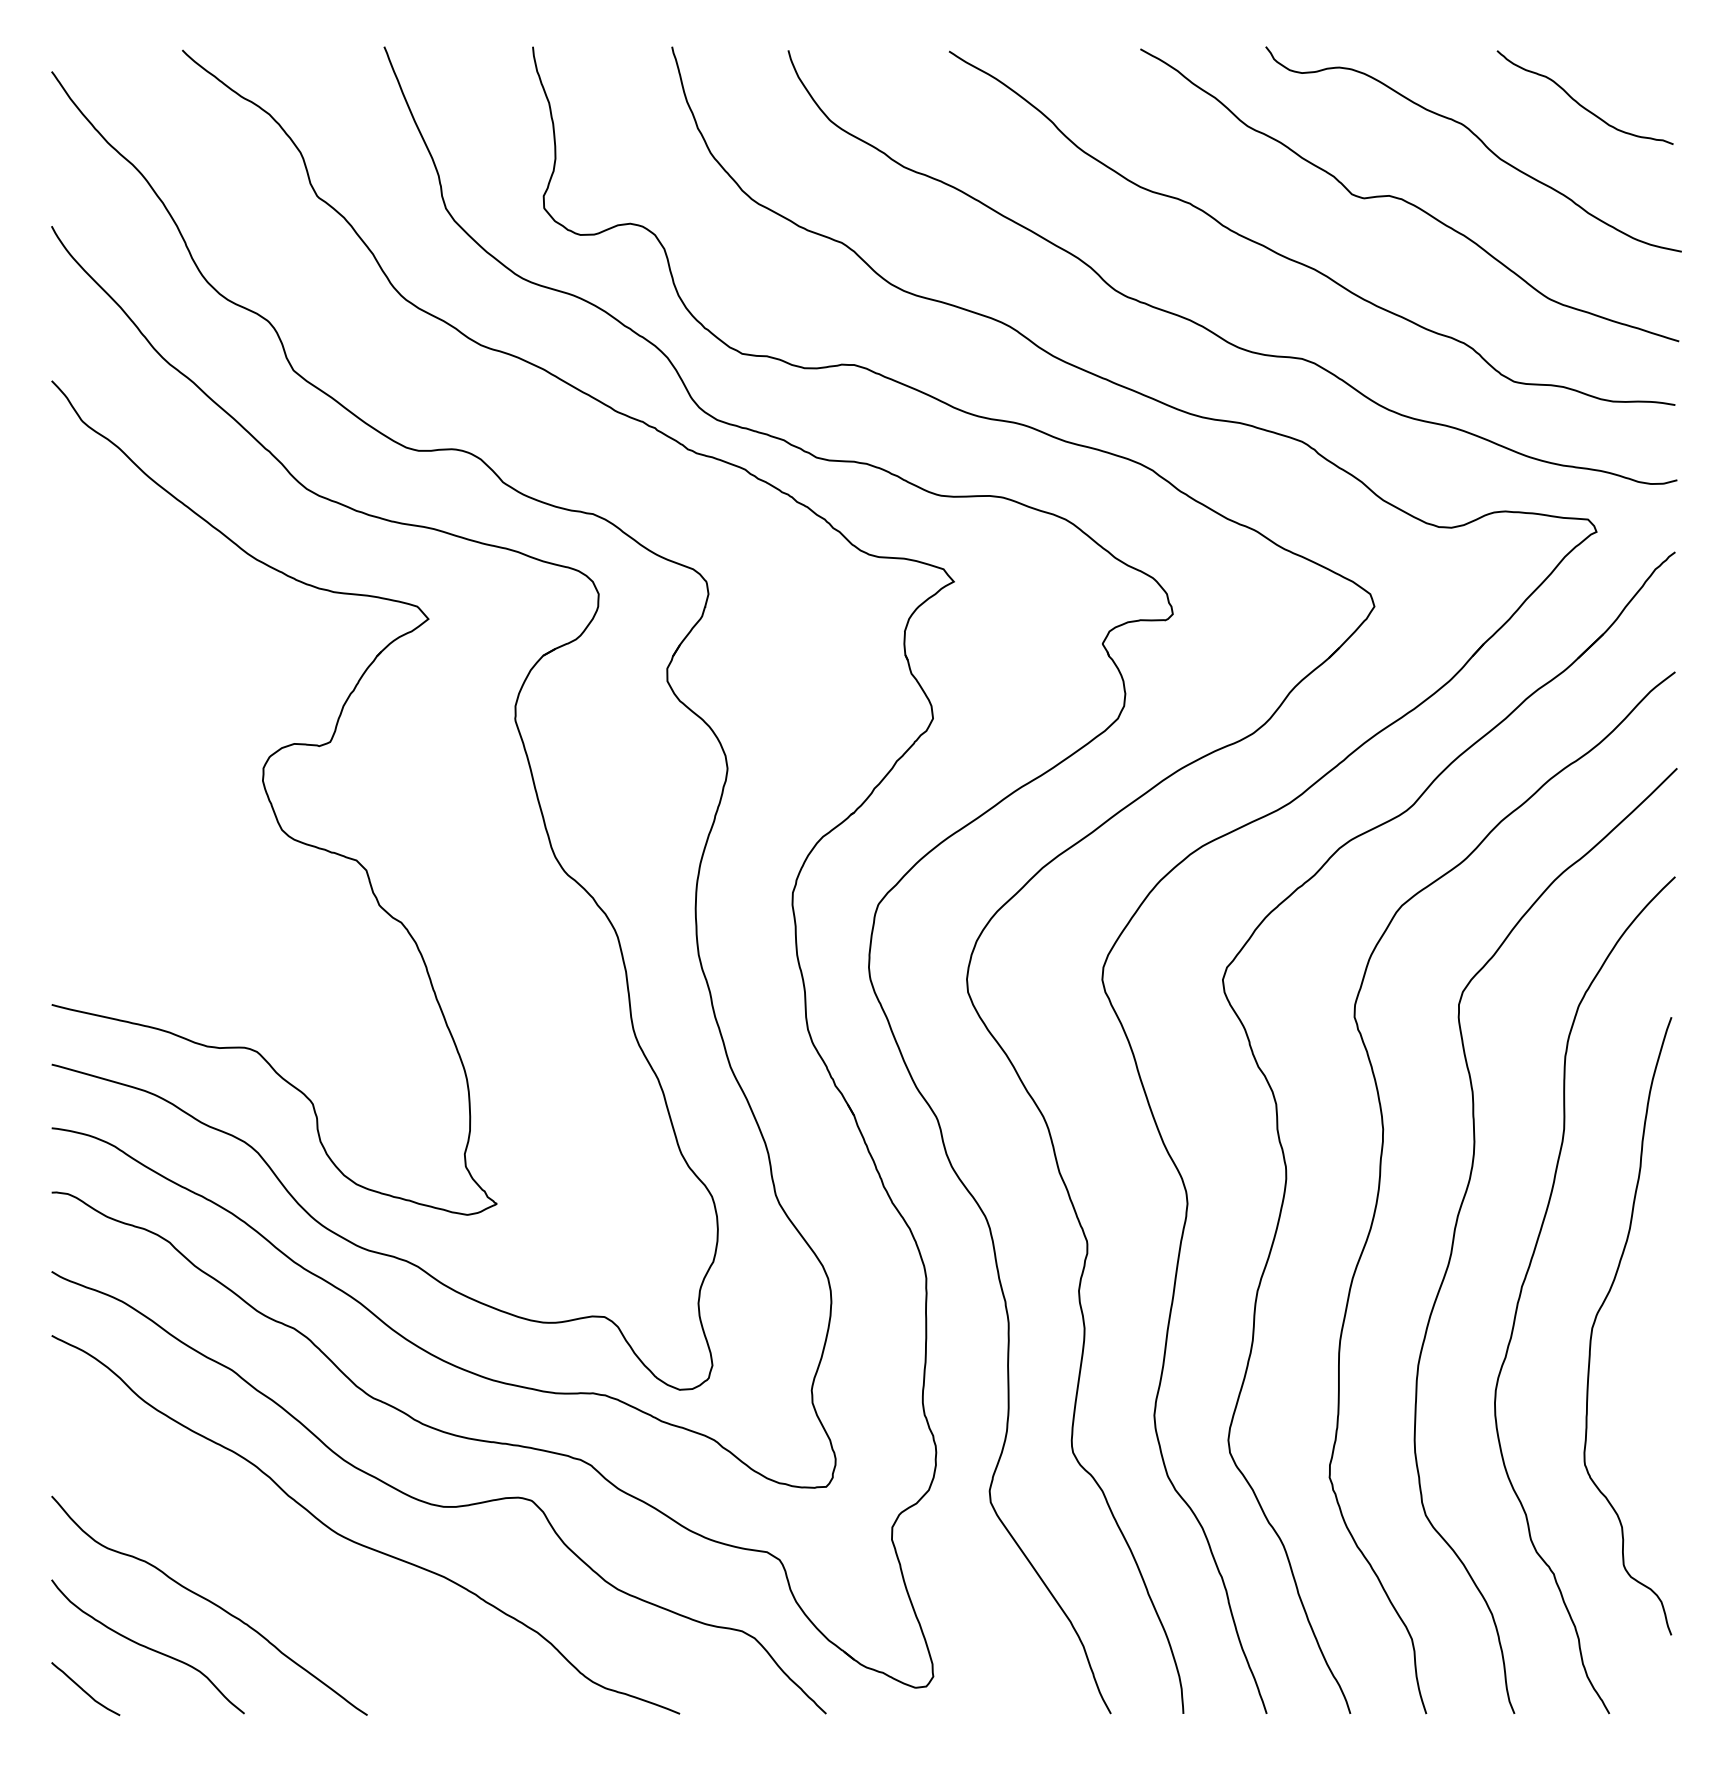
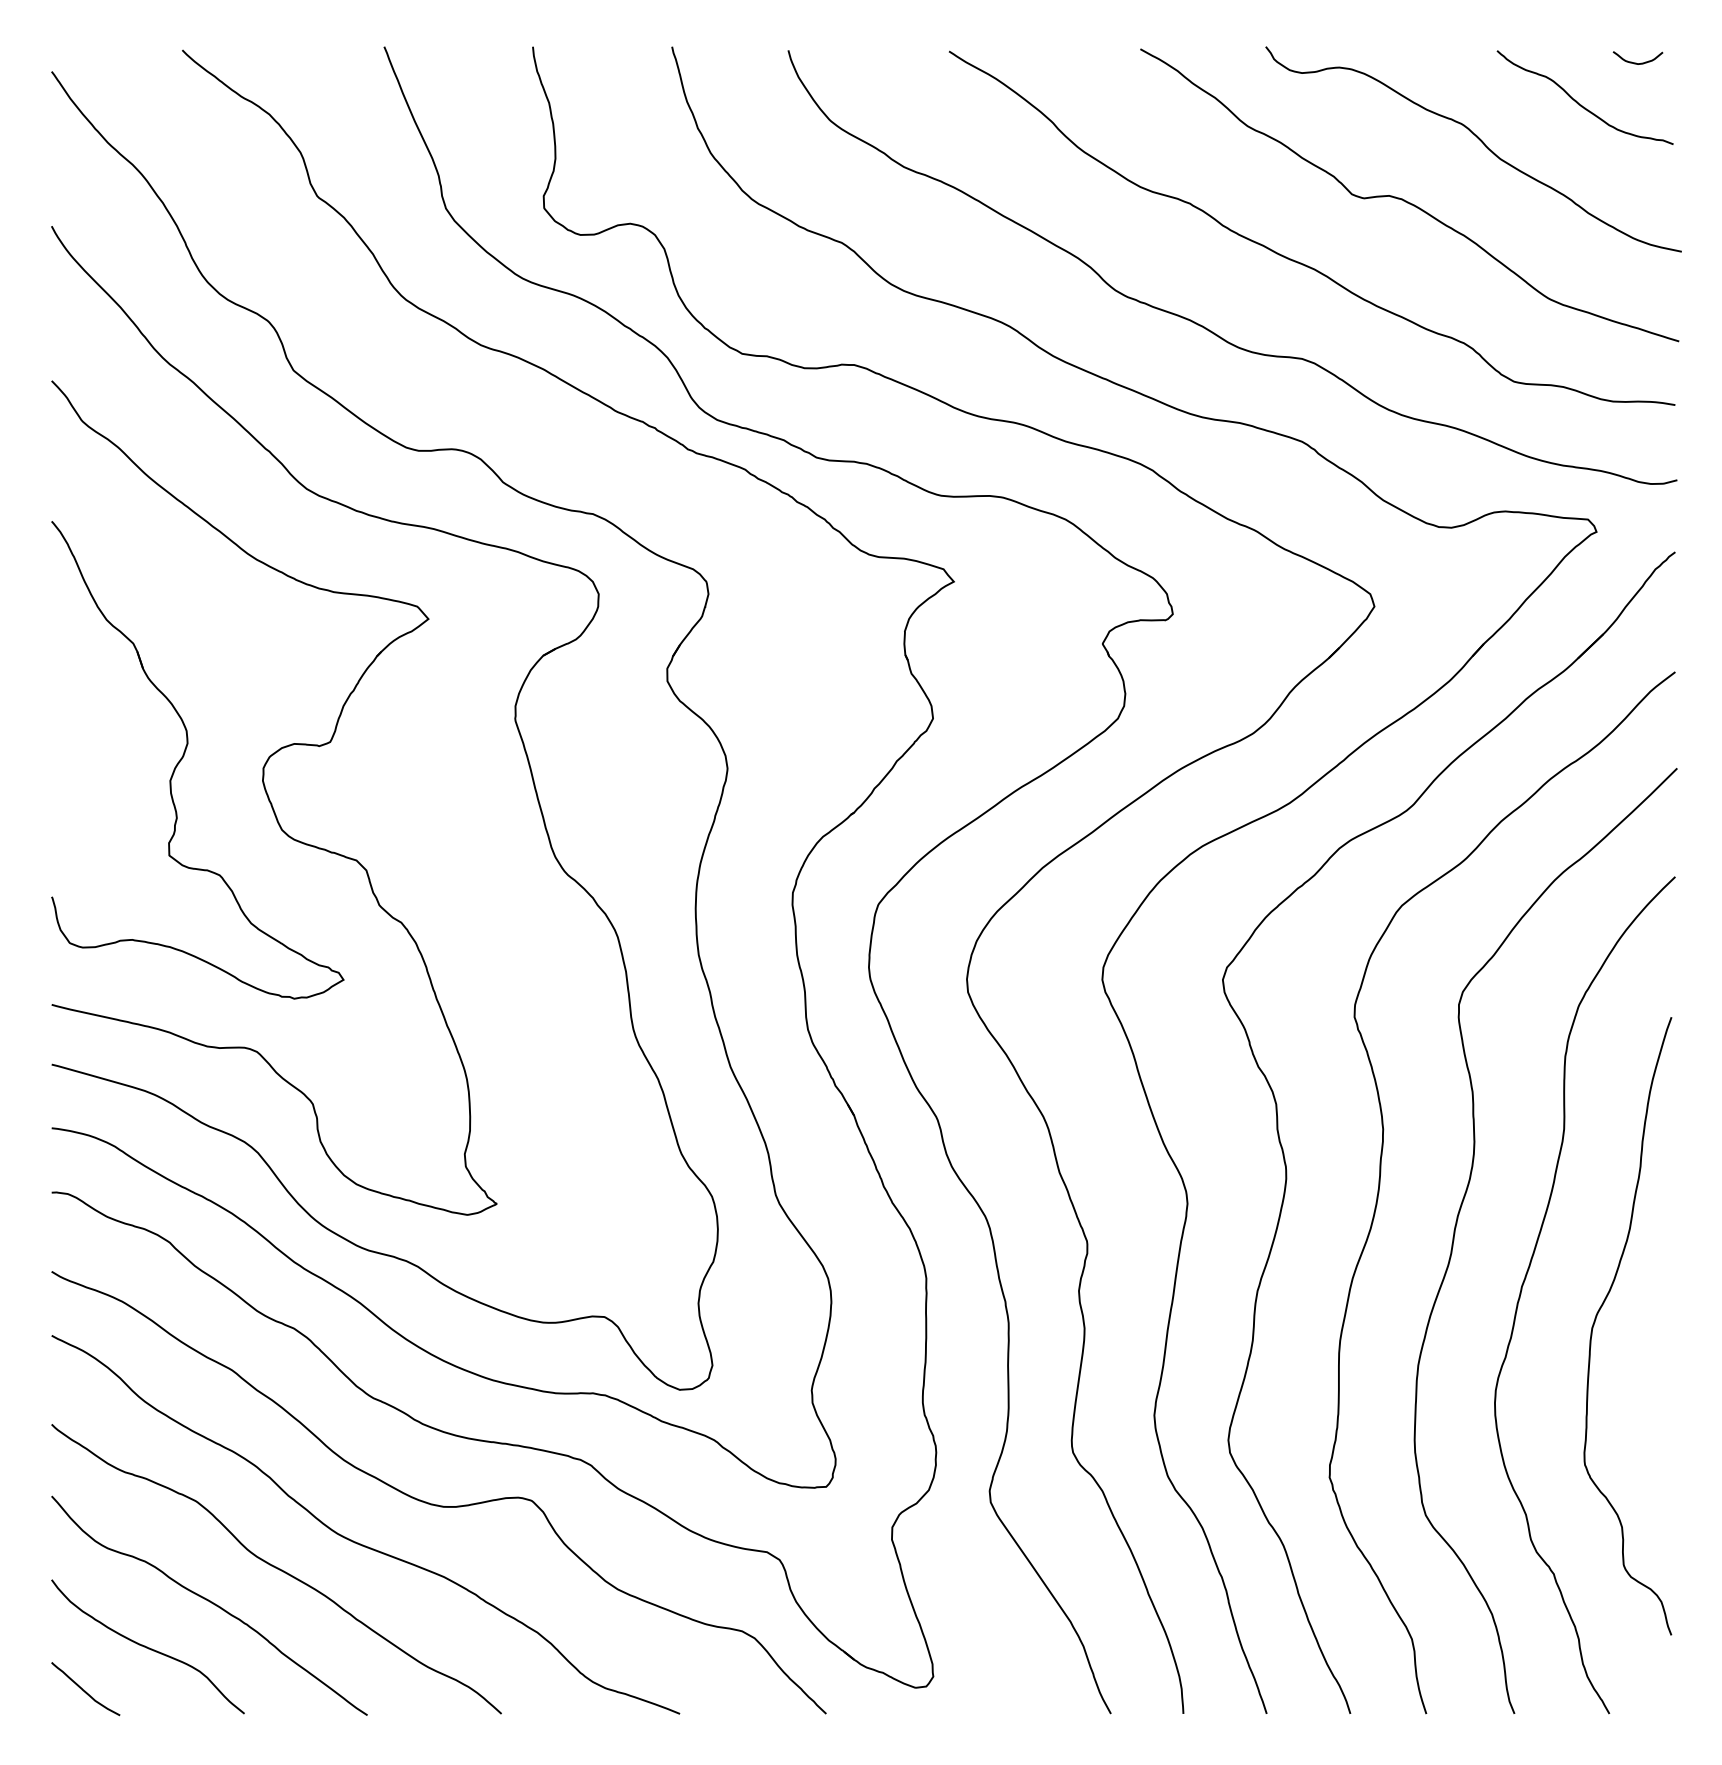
curve at (1636, 62): none -> present
part at (184, 756): none -> present
curve at (276, 1568): none -> present
